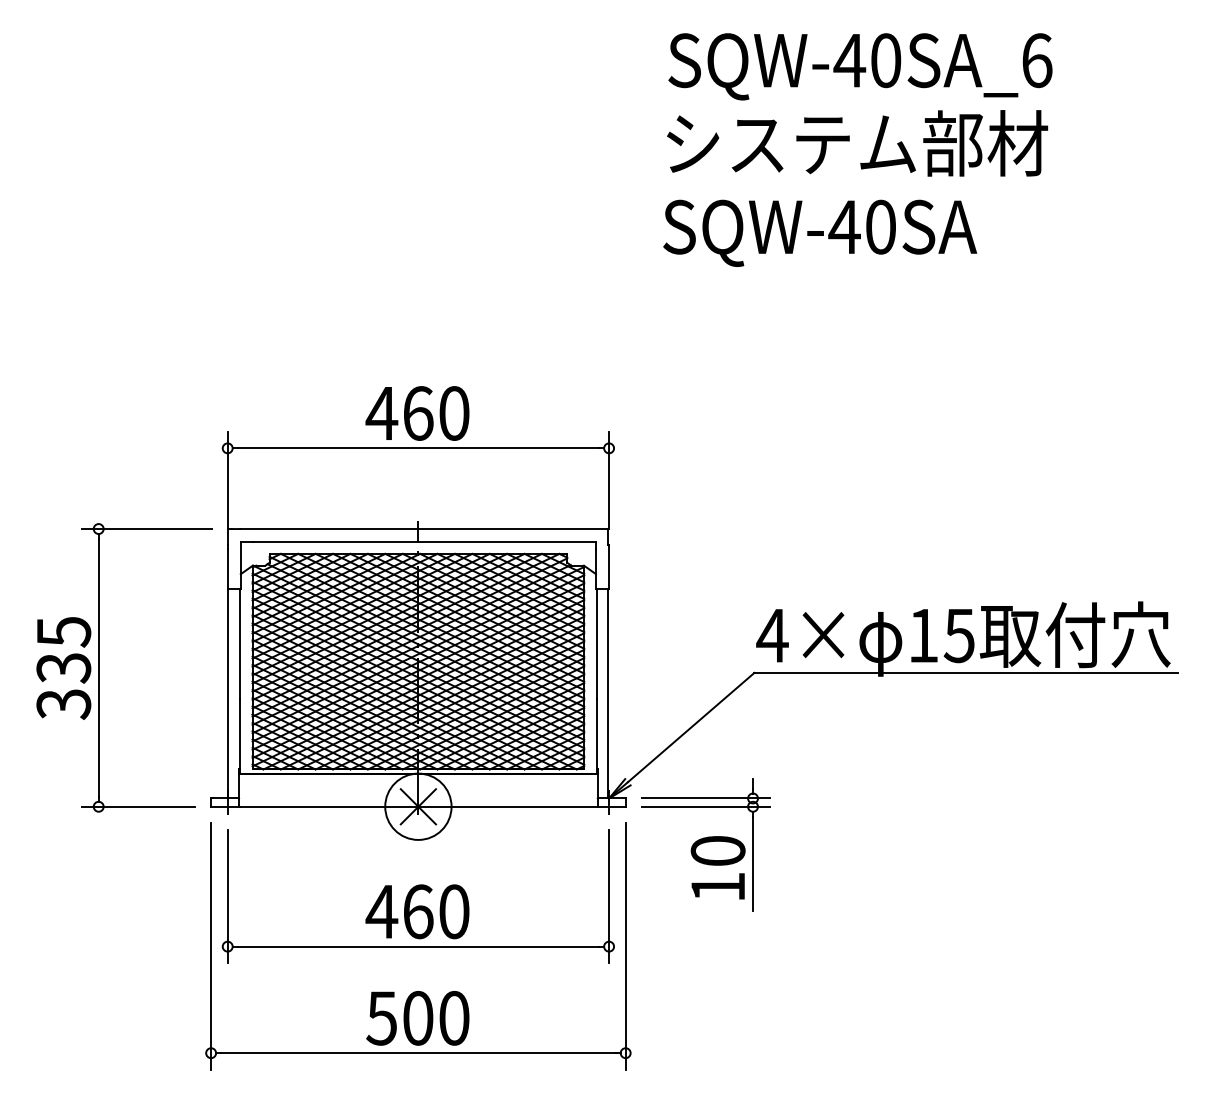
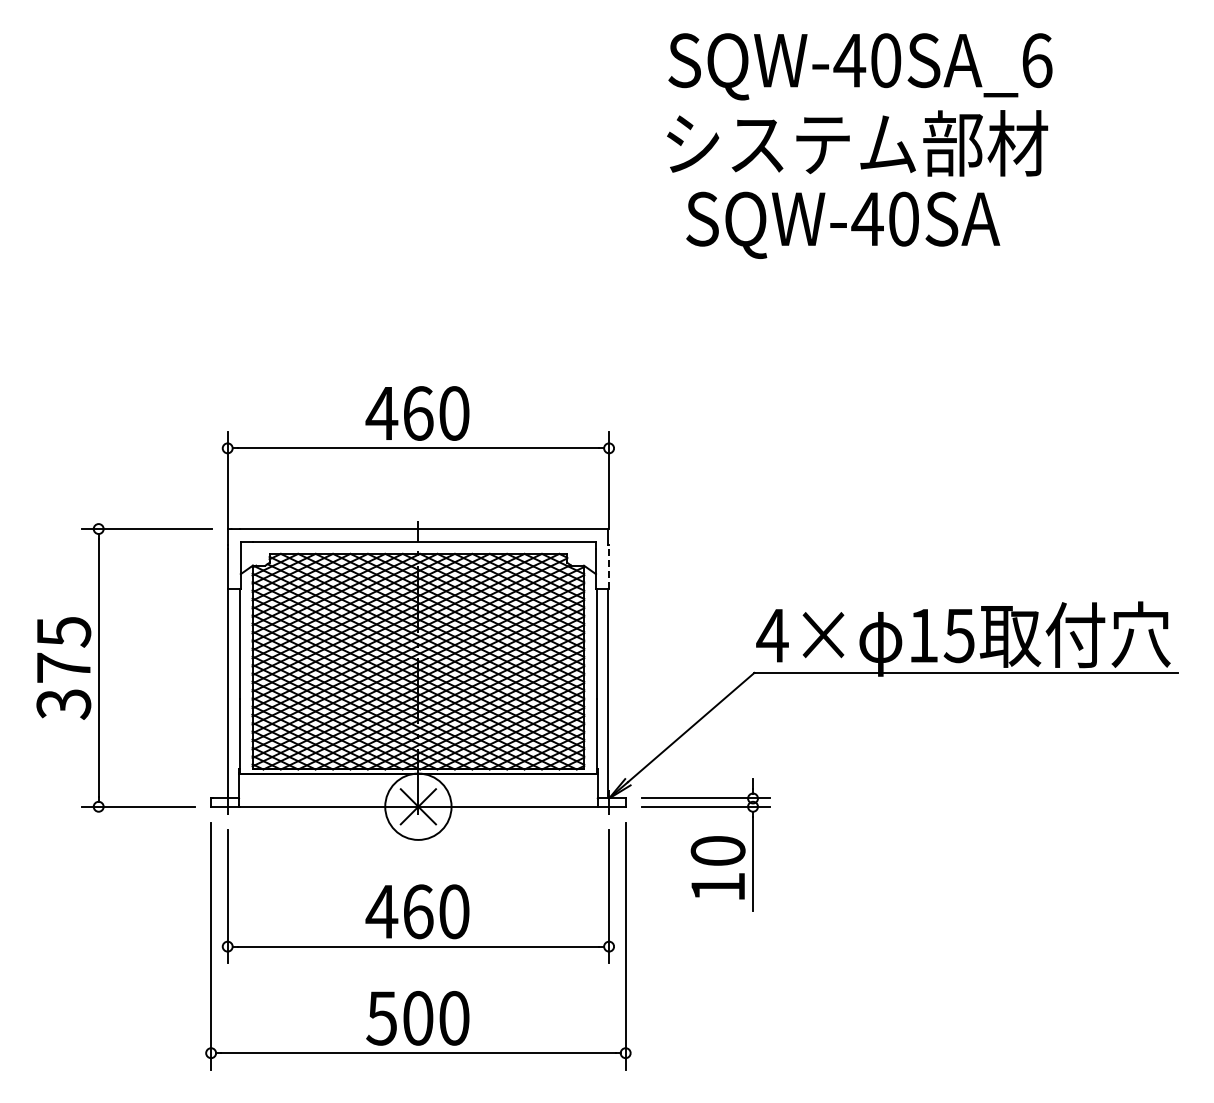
text at (820, 232) position: (820, 232) -> (843, 224)
line at (609, 567): solid -> dashed
text at (63, 667): 335 -> 375
